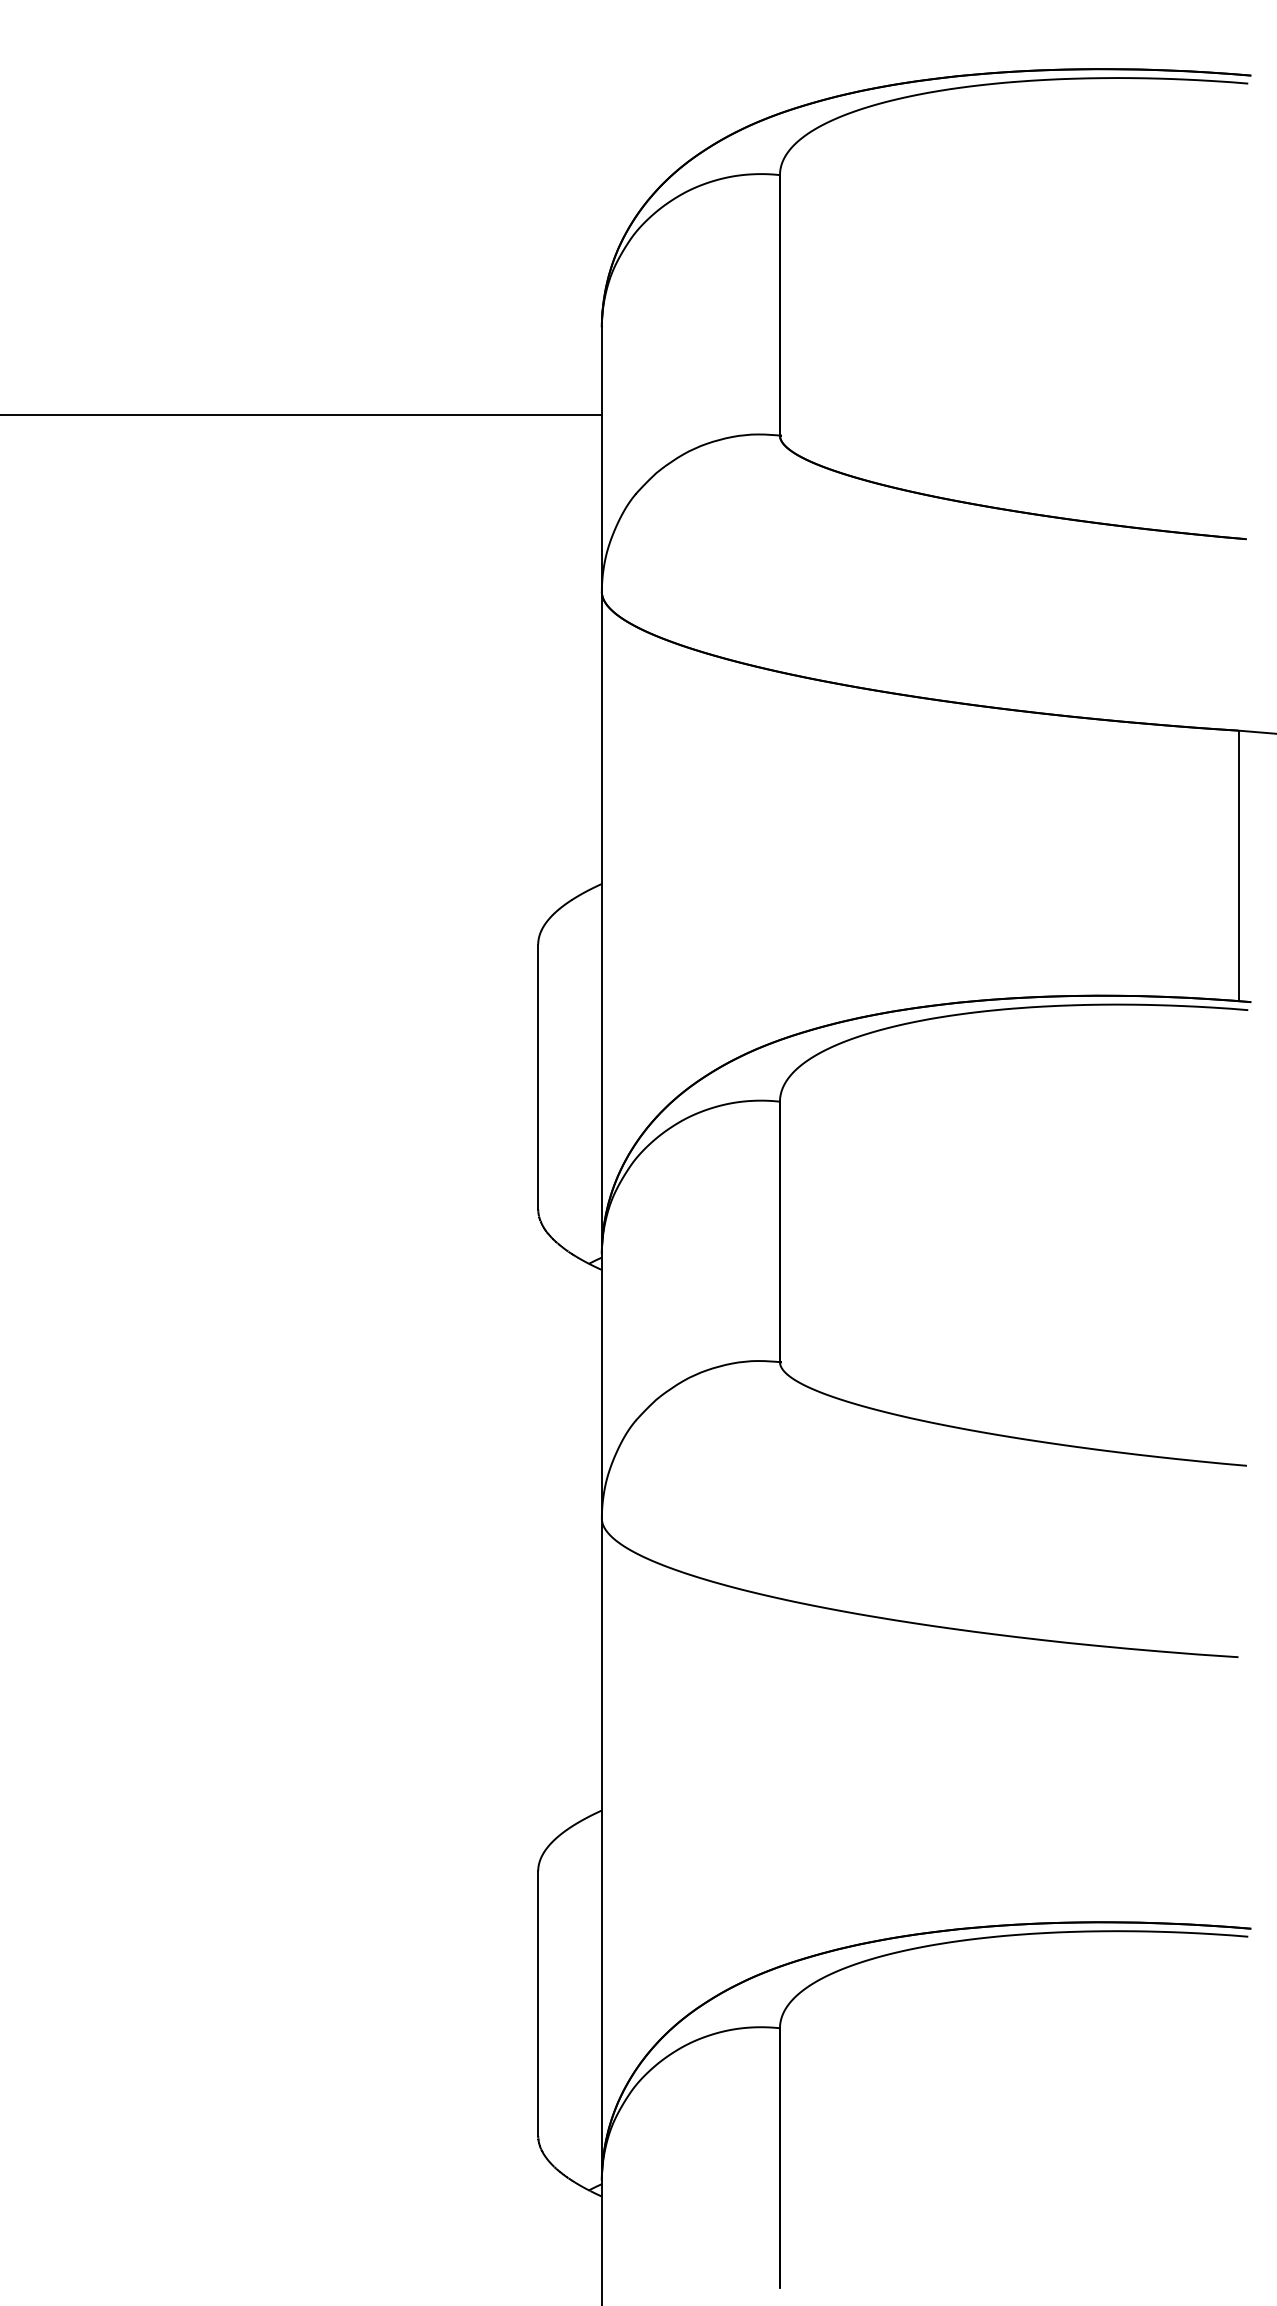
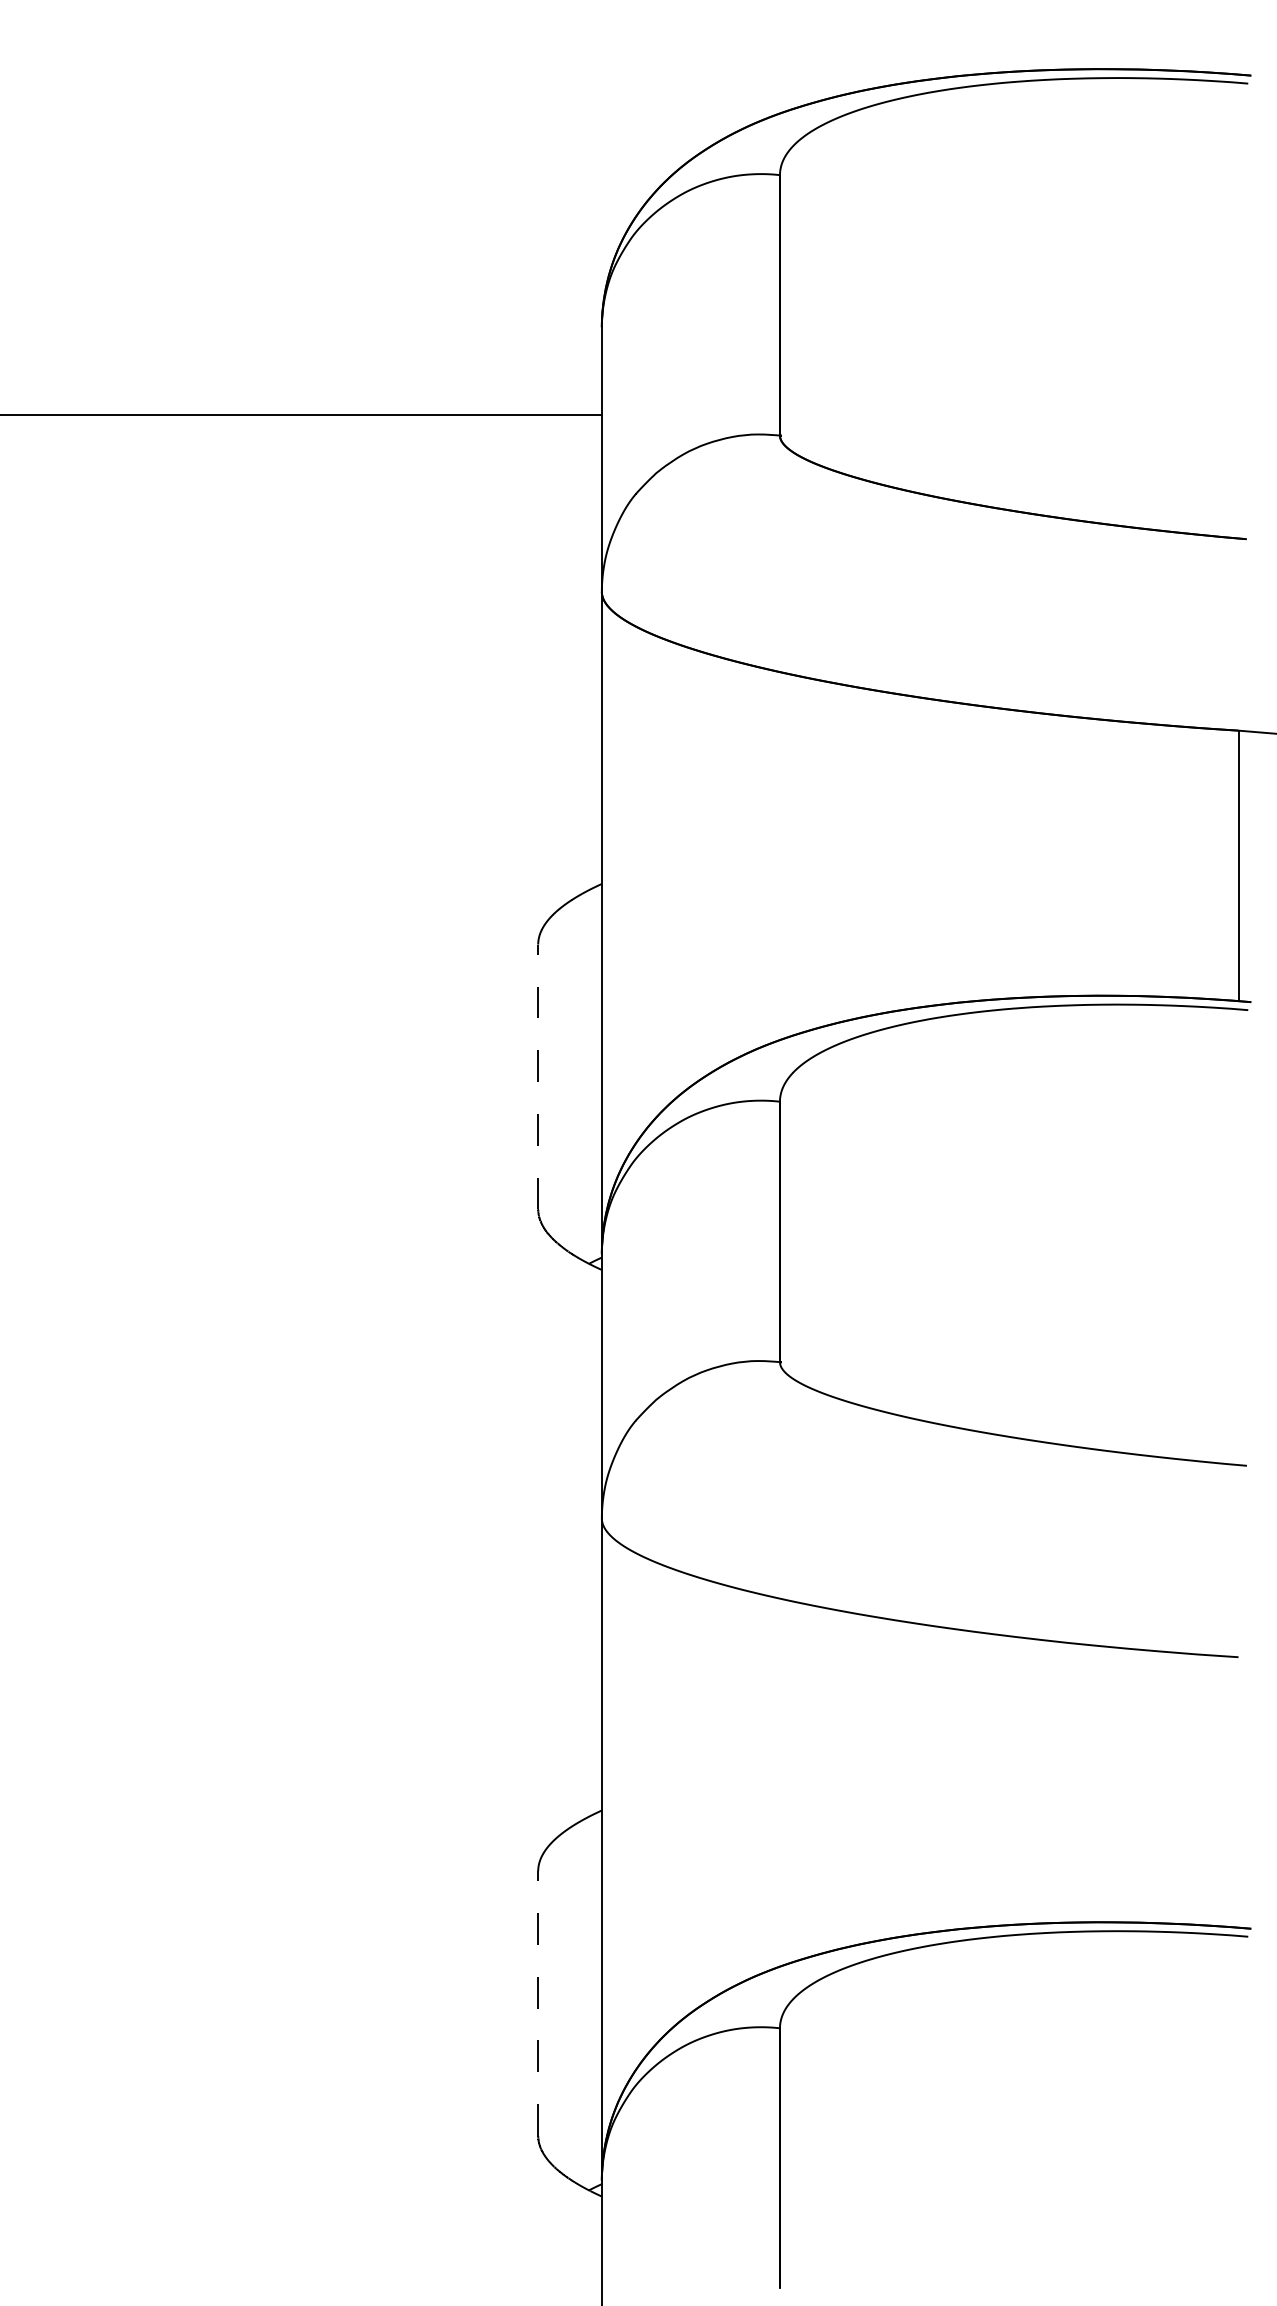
line at (538, 1076): solid -> dashed
line at (538, 2003): solid -> dashed
